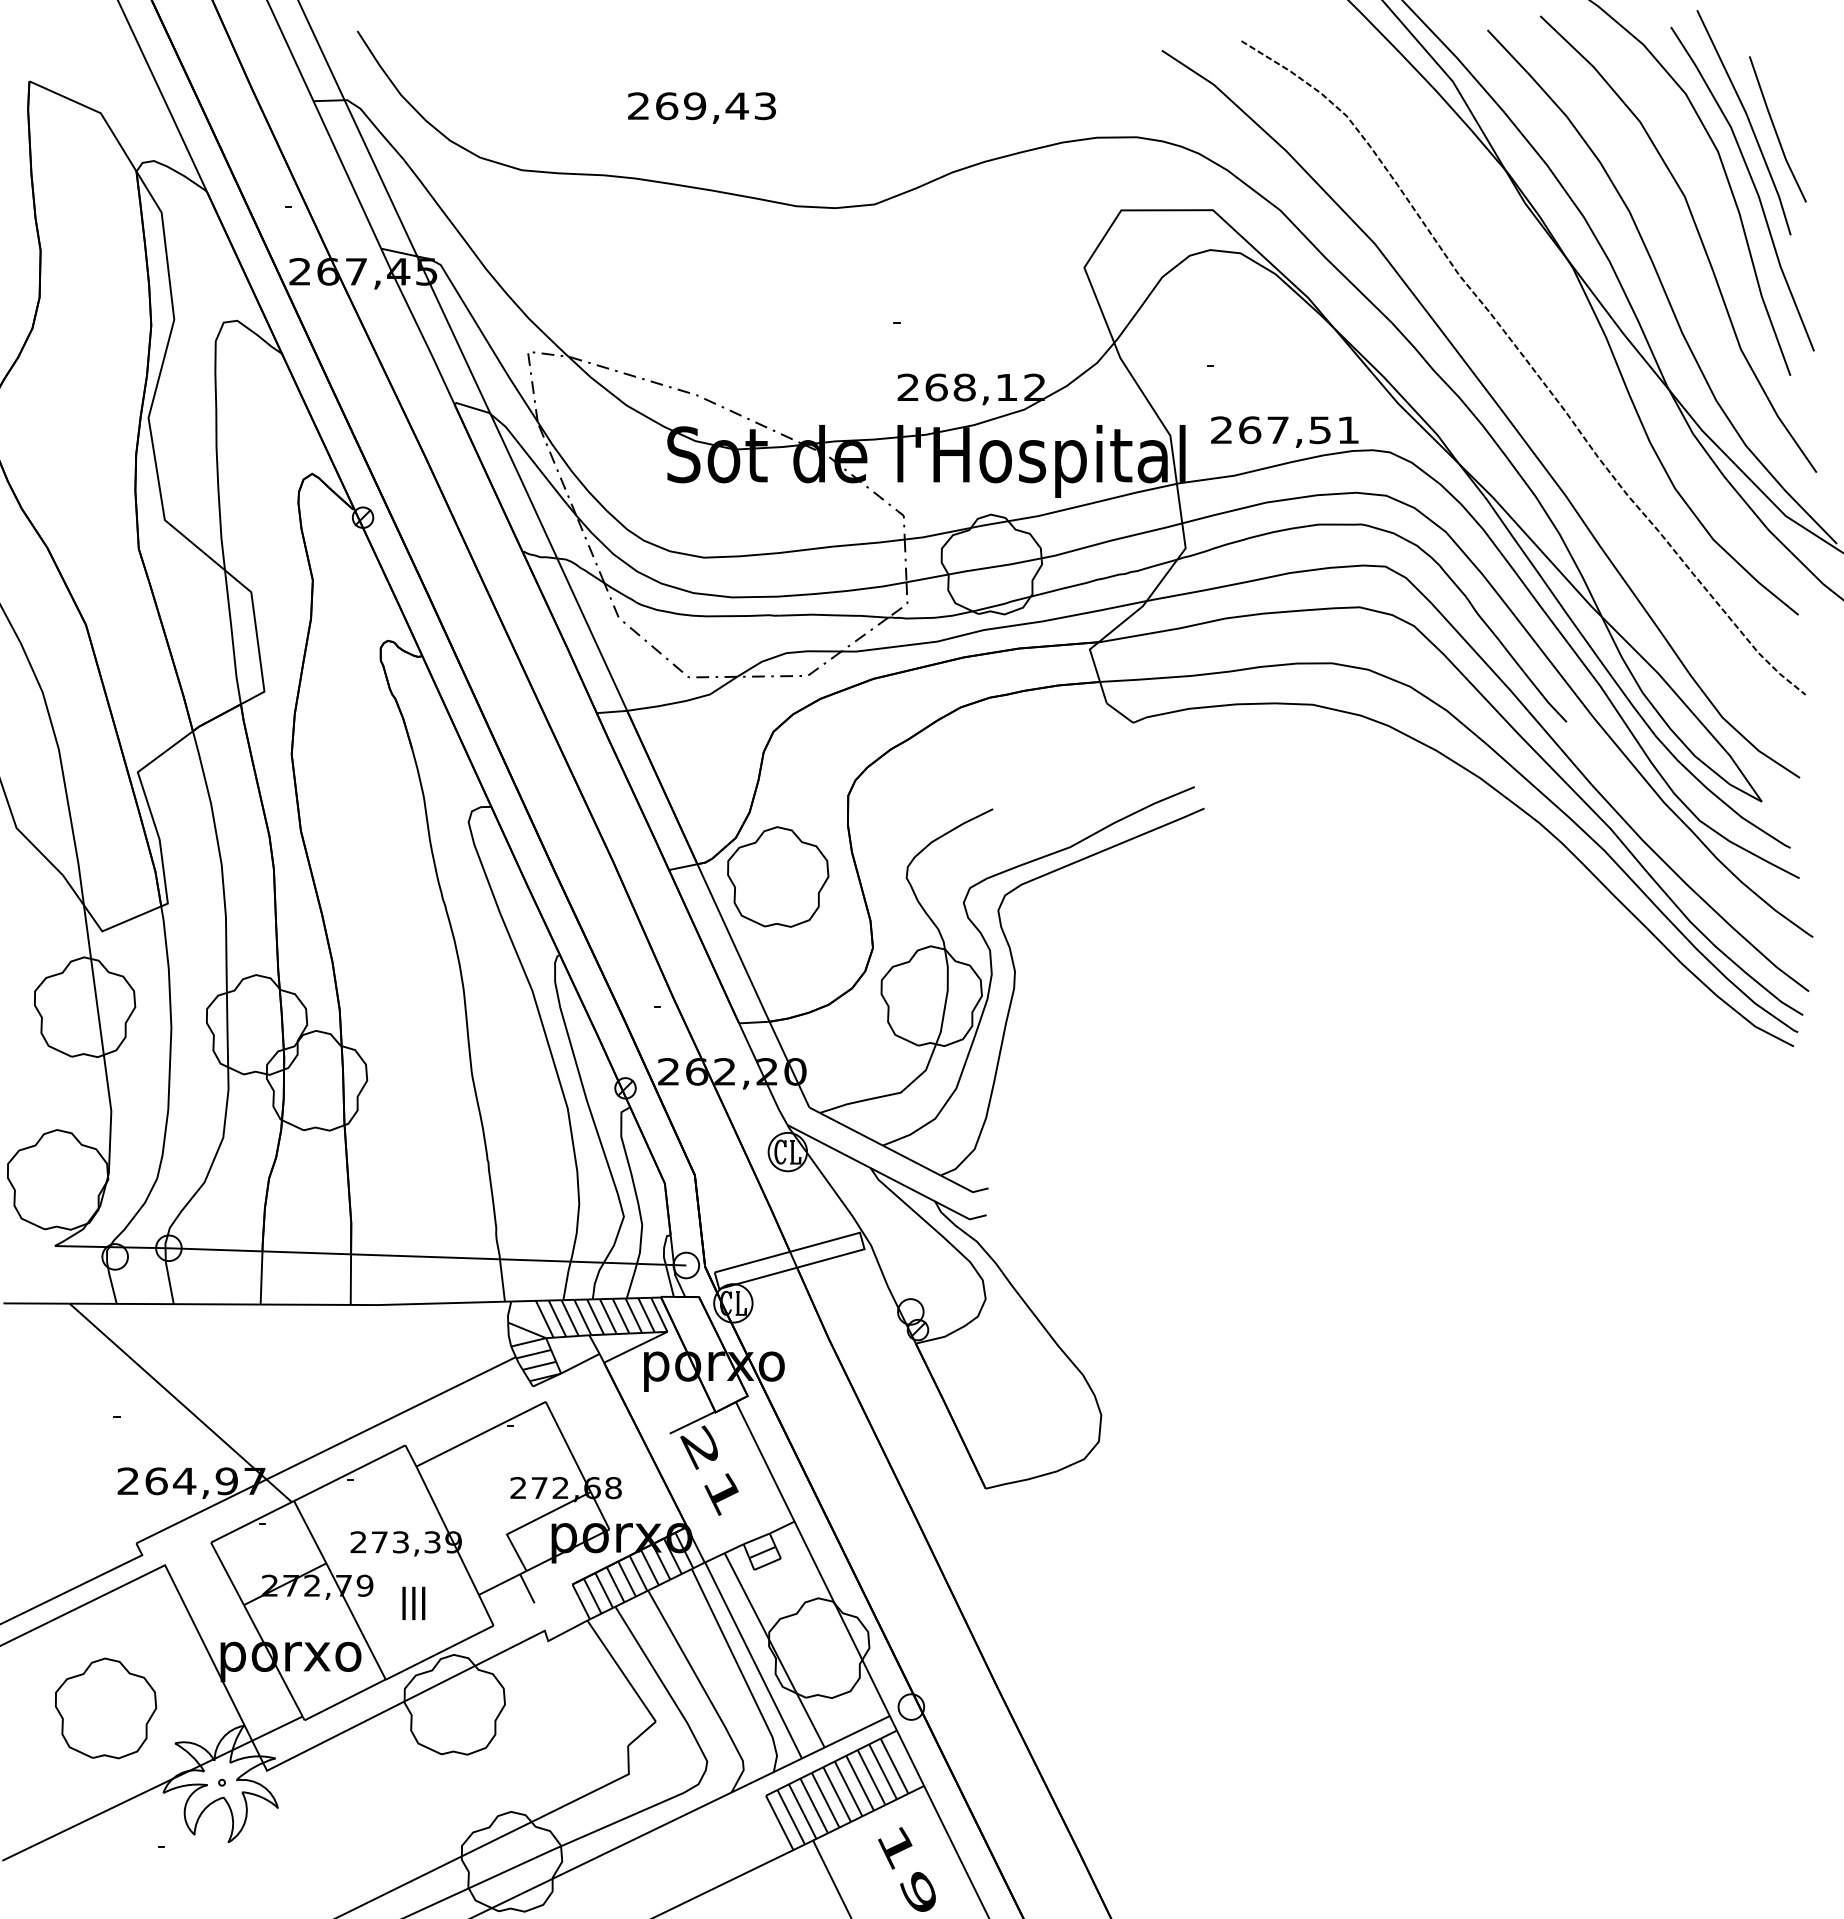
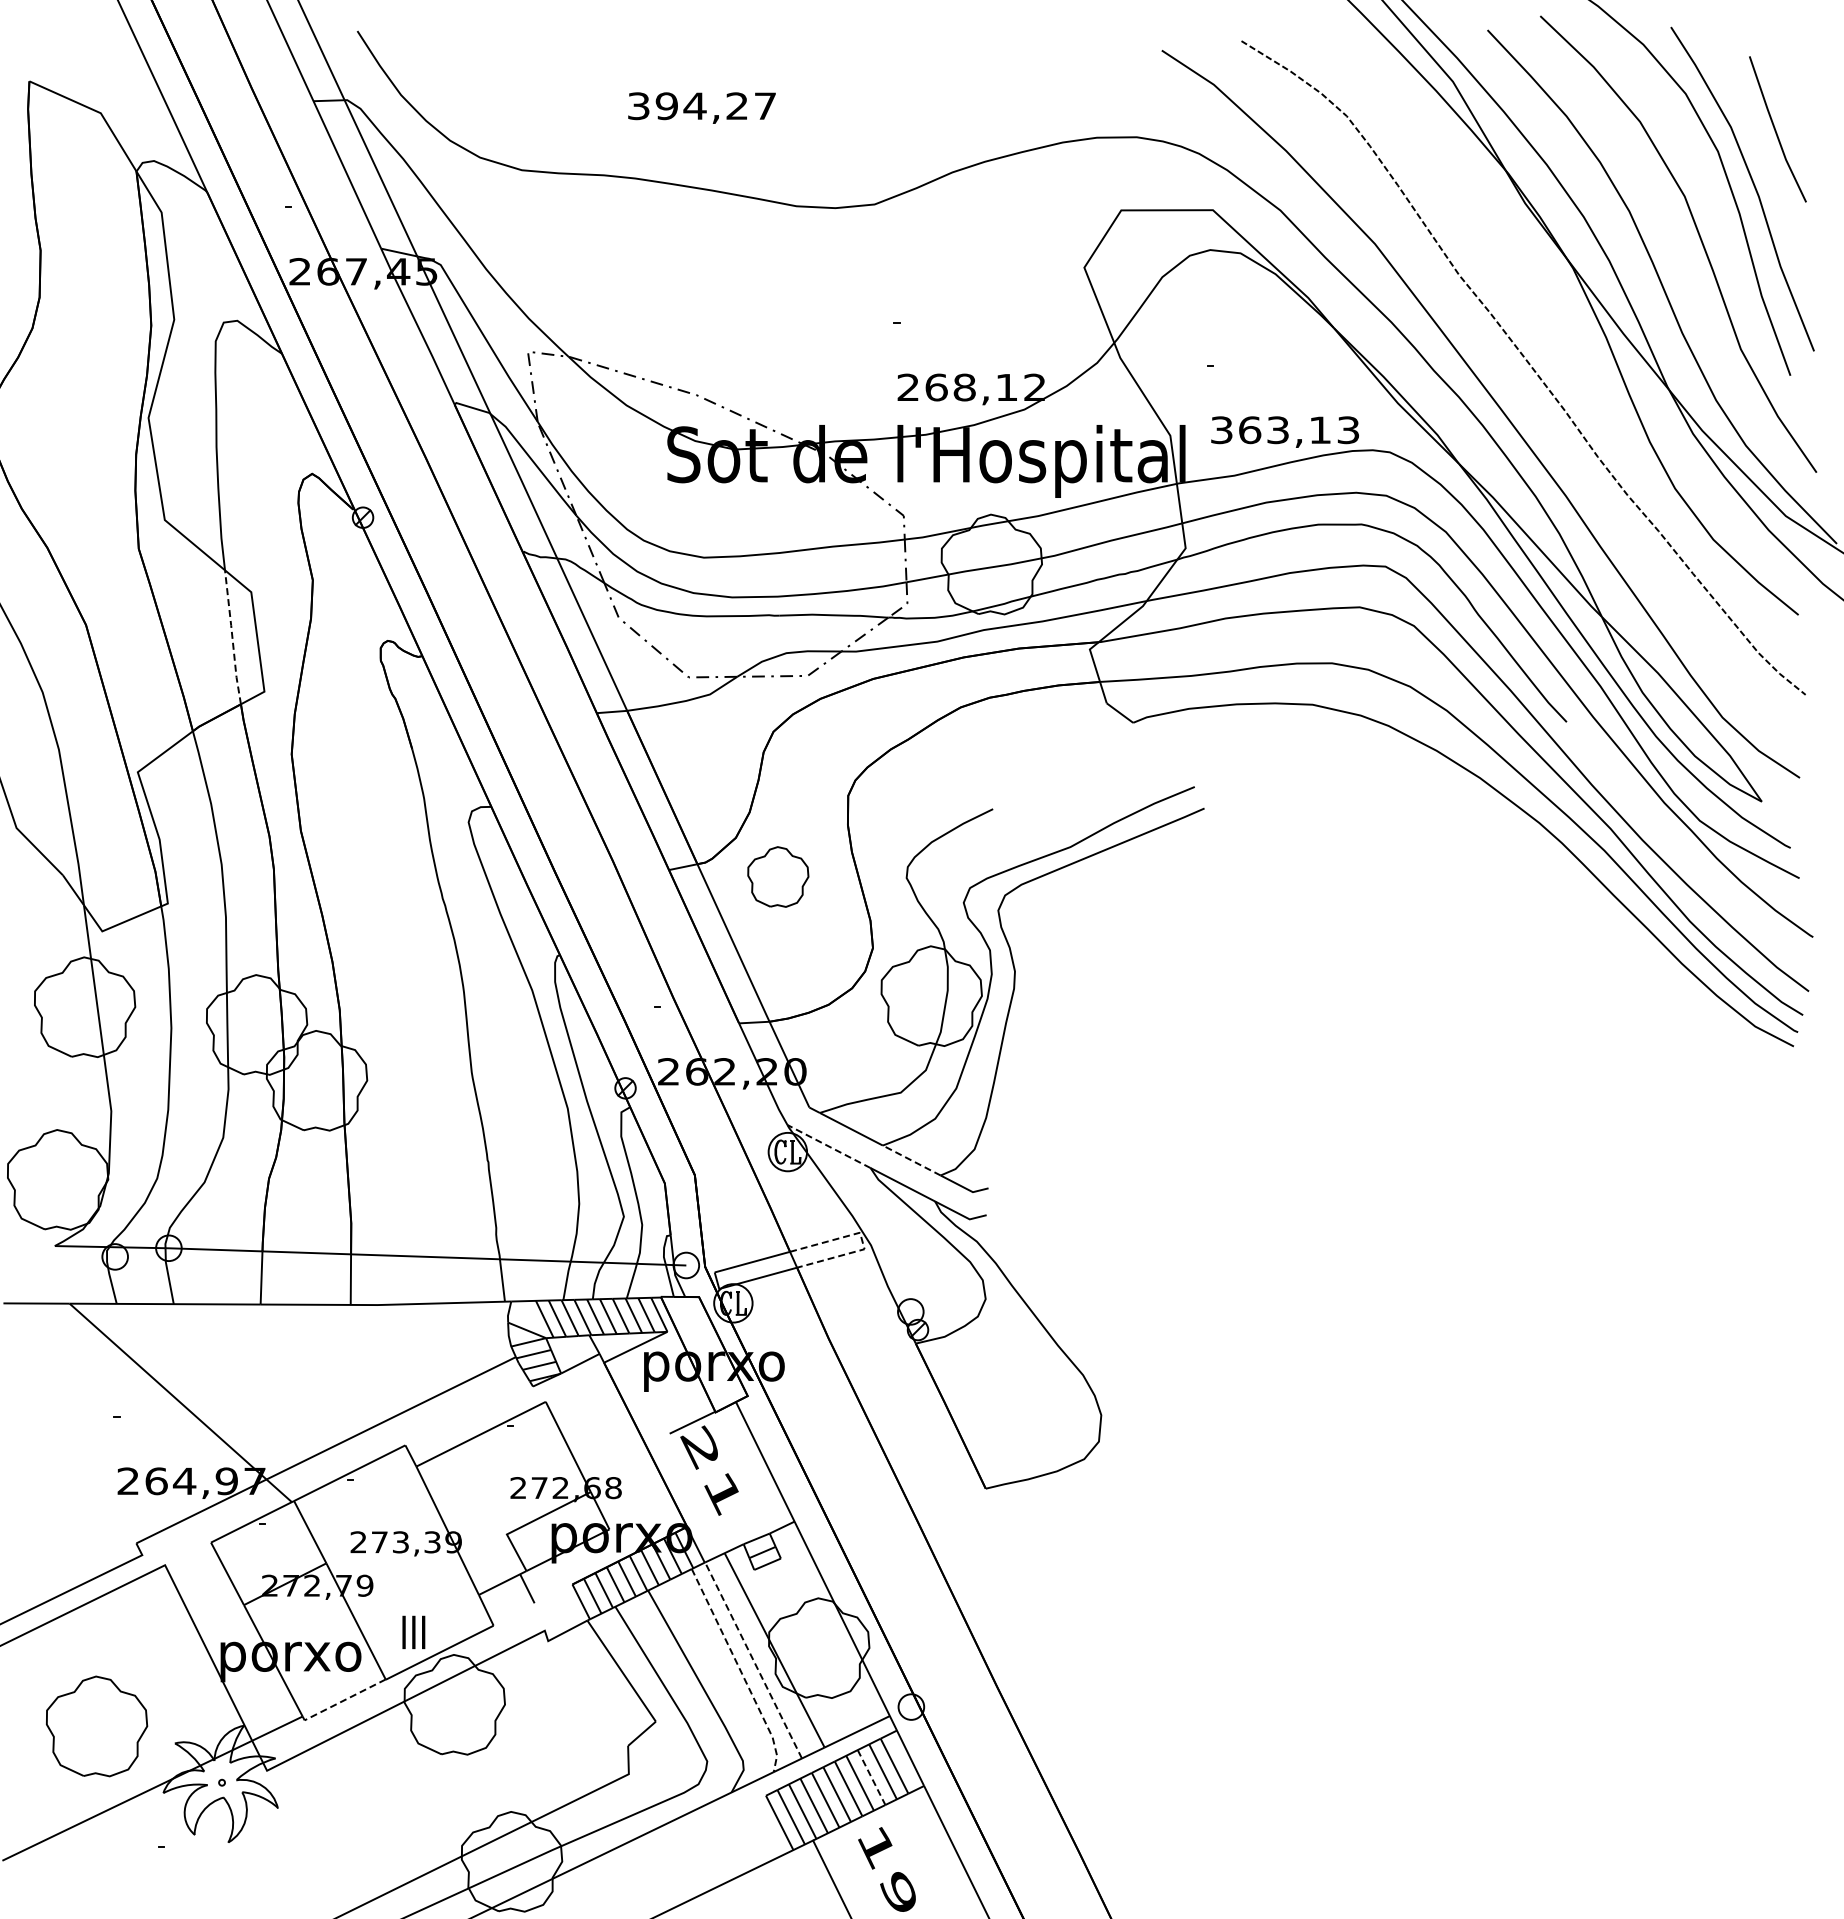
text at (701, 106): 269,43 -> 394,27
line at (1747, 119): present -> none
text at (1285, 430): 267,51 -> 363,13
line at (232, 637): solid -> dashed
part at (778, 876) size: 103x102 px -> 63x62 px
line at (829, 1146): solid -> dashed
line at (911, 1160): solid -> dashed
line at (862, 1240): solid -> dashed
text at (413, 1603) position: (413, 1603) -> (413, 1632)
line at (753, 1660): solid -> dashed
line at (740, 1670): solid -> dashed
line at (344, 1700): solid -> dashed
part at (106, 1708) position: (106, 1708) -> (97, 1726)
line at (871, 1777): solid -> dashed
text at (906, 1869) position: (906, 1869) -> (886, 1869)
